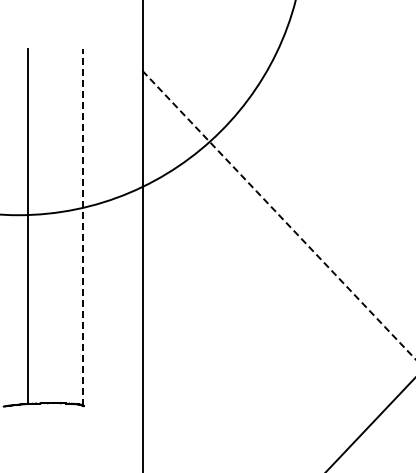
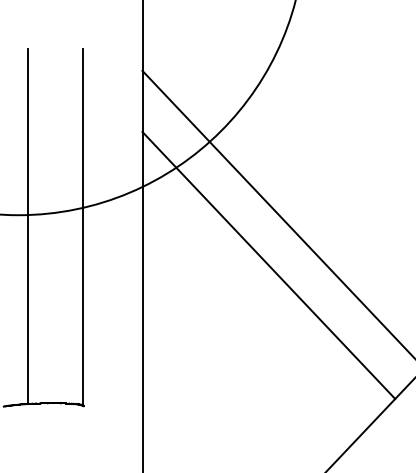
line at (279, 215): dashed -> solid
line at (83, 226): dashed -> solid
line at (268, 264): none -> present
